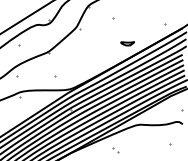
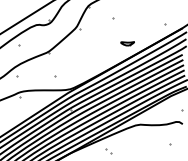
part at (115, 150) position: (115, 150) -> (108, 151)
